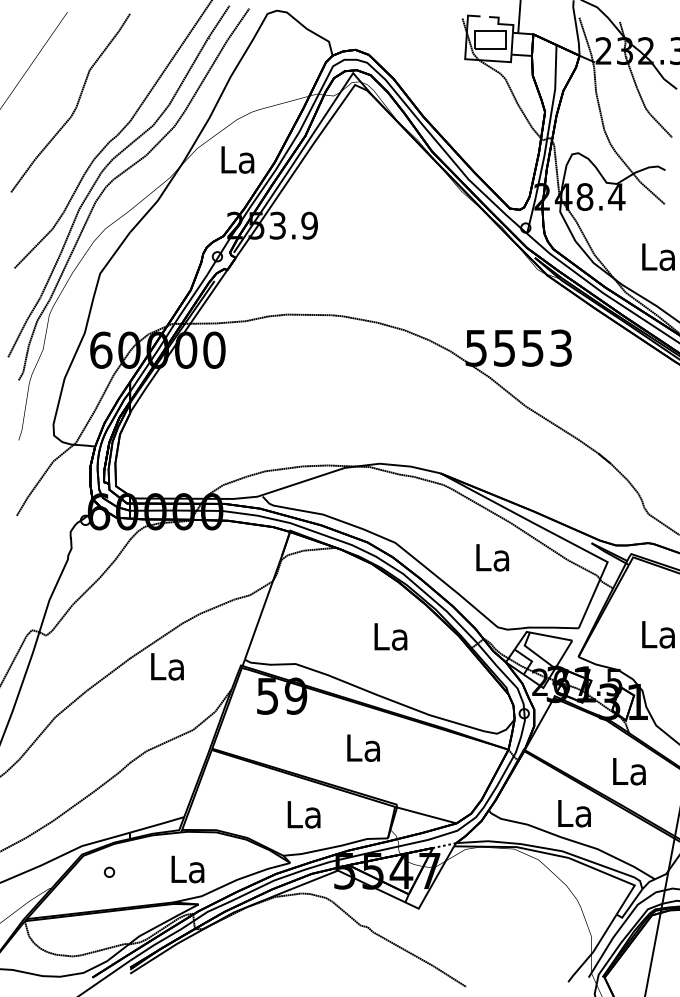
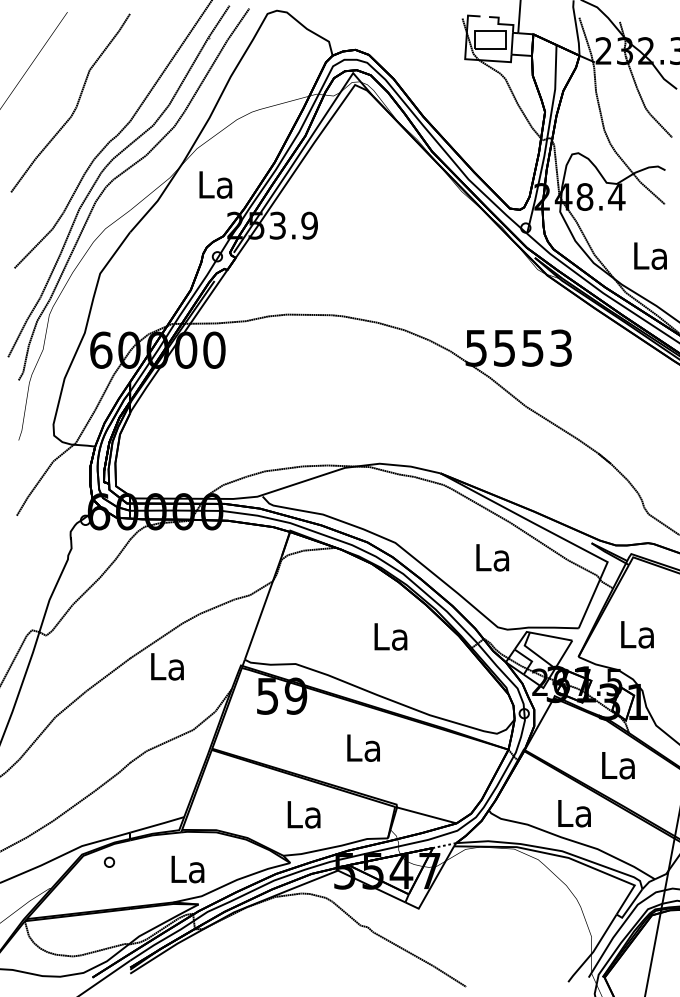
text at (237, 159) position: (237, 159) -> (215, 184)
text at (658, 256) position: (658, 256) -> (650, 255)
text at (658, 634) position: (658, 634) -> (637, 634)
text at (629, 771) position: (629, 771) -> (618, 765)
part at (109, 871) position: (109, 871) -> (109, 861)
